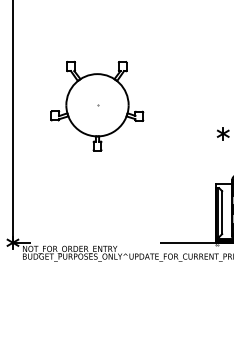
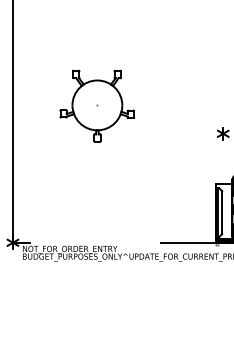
part at (97, 106) size: 95x91 px -> 76x74 px
